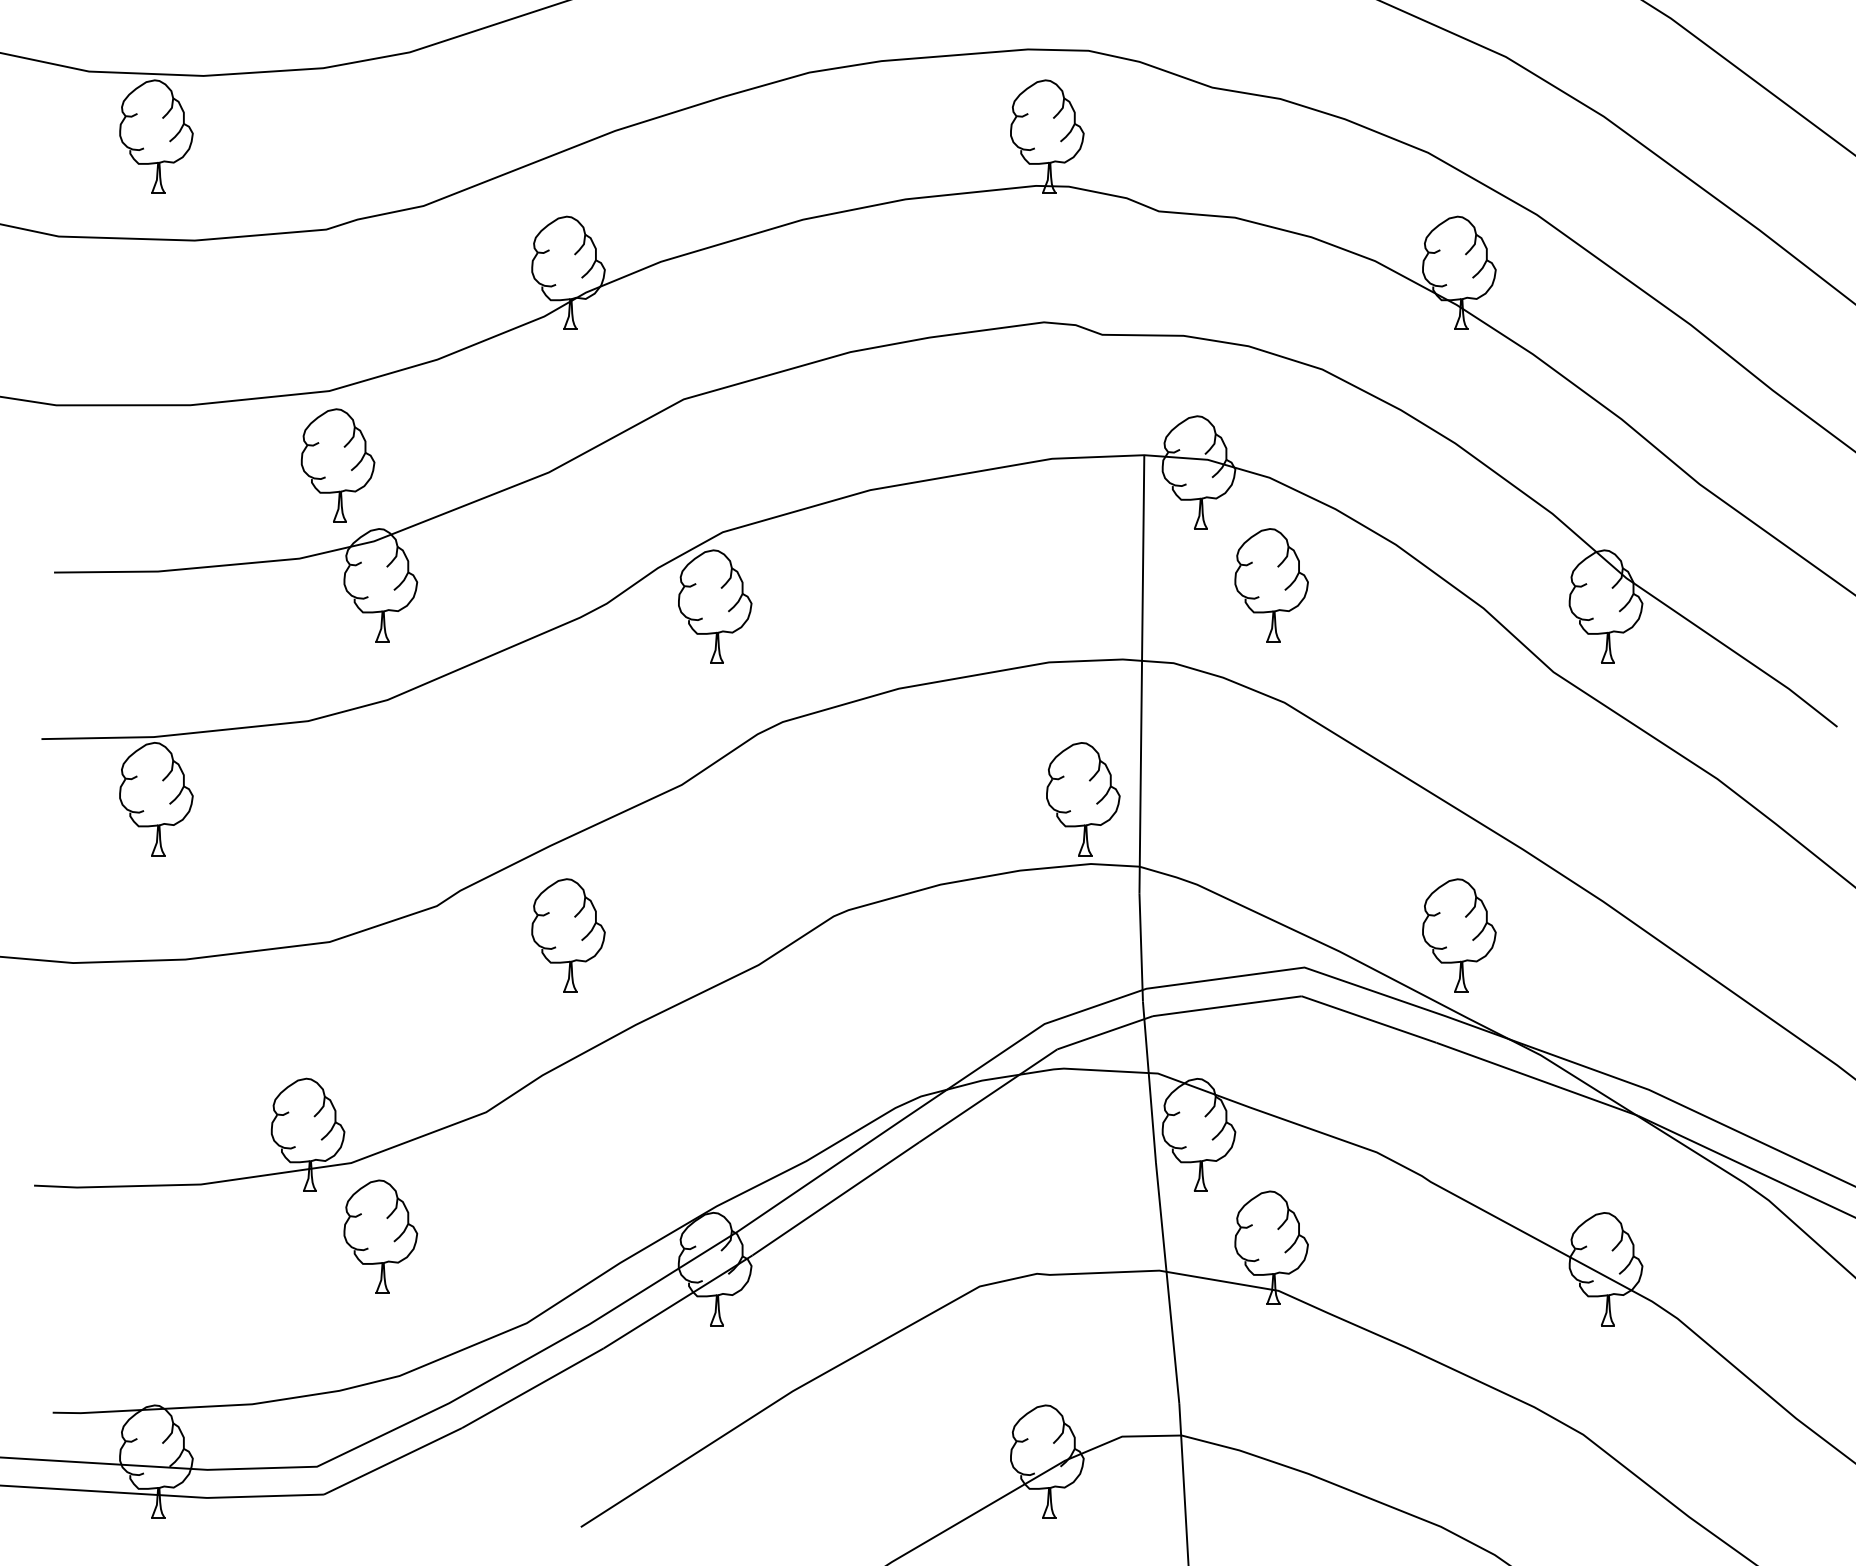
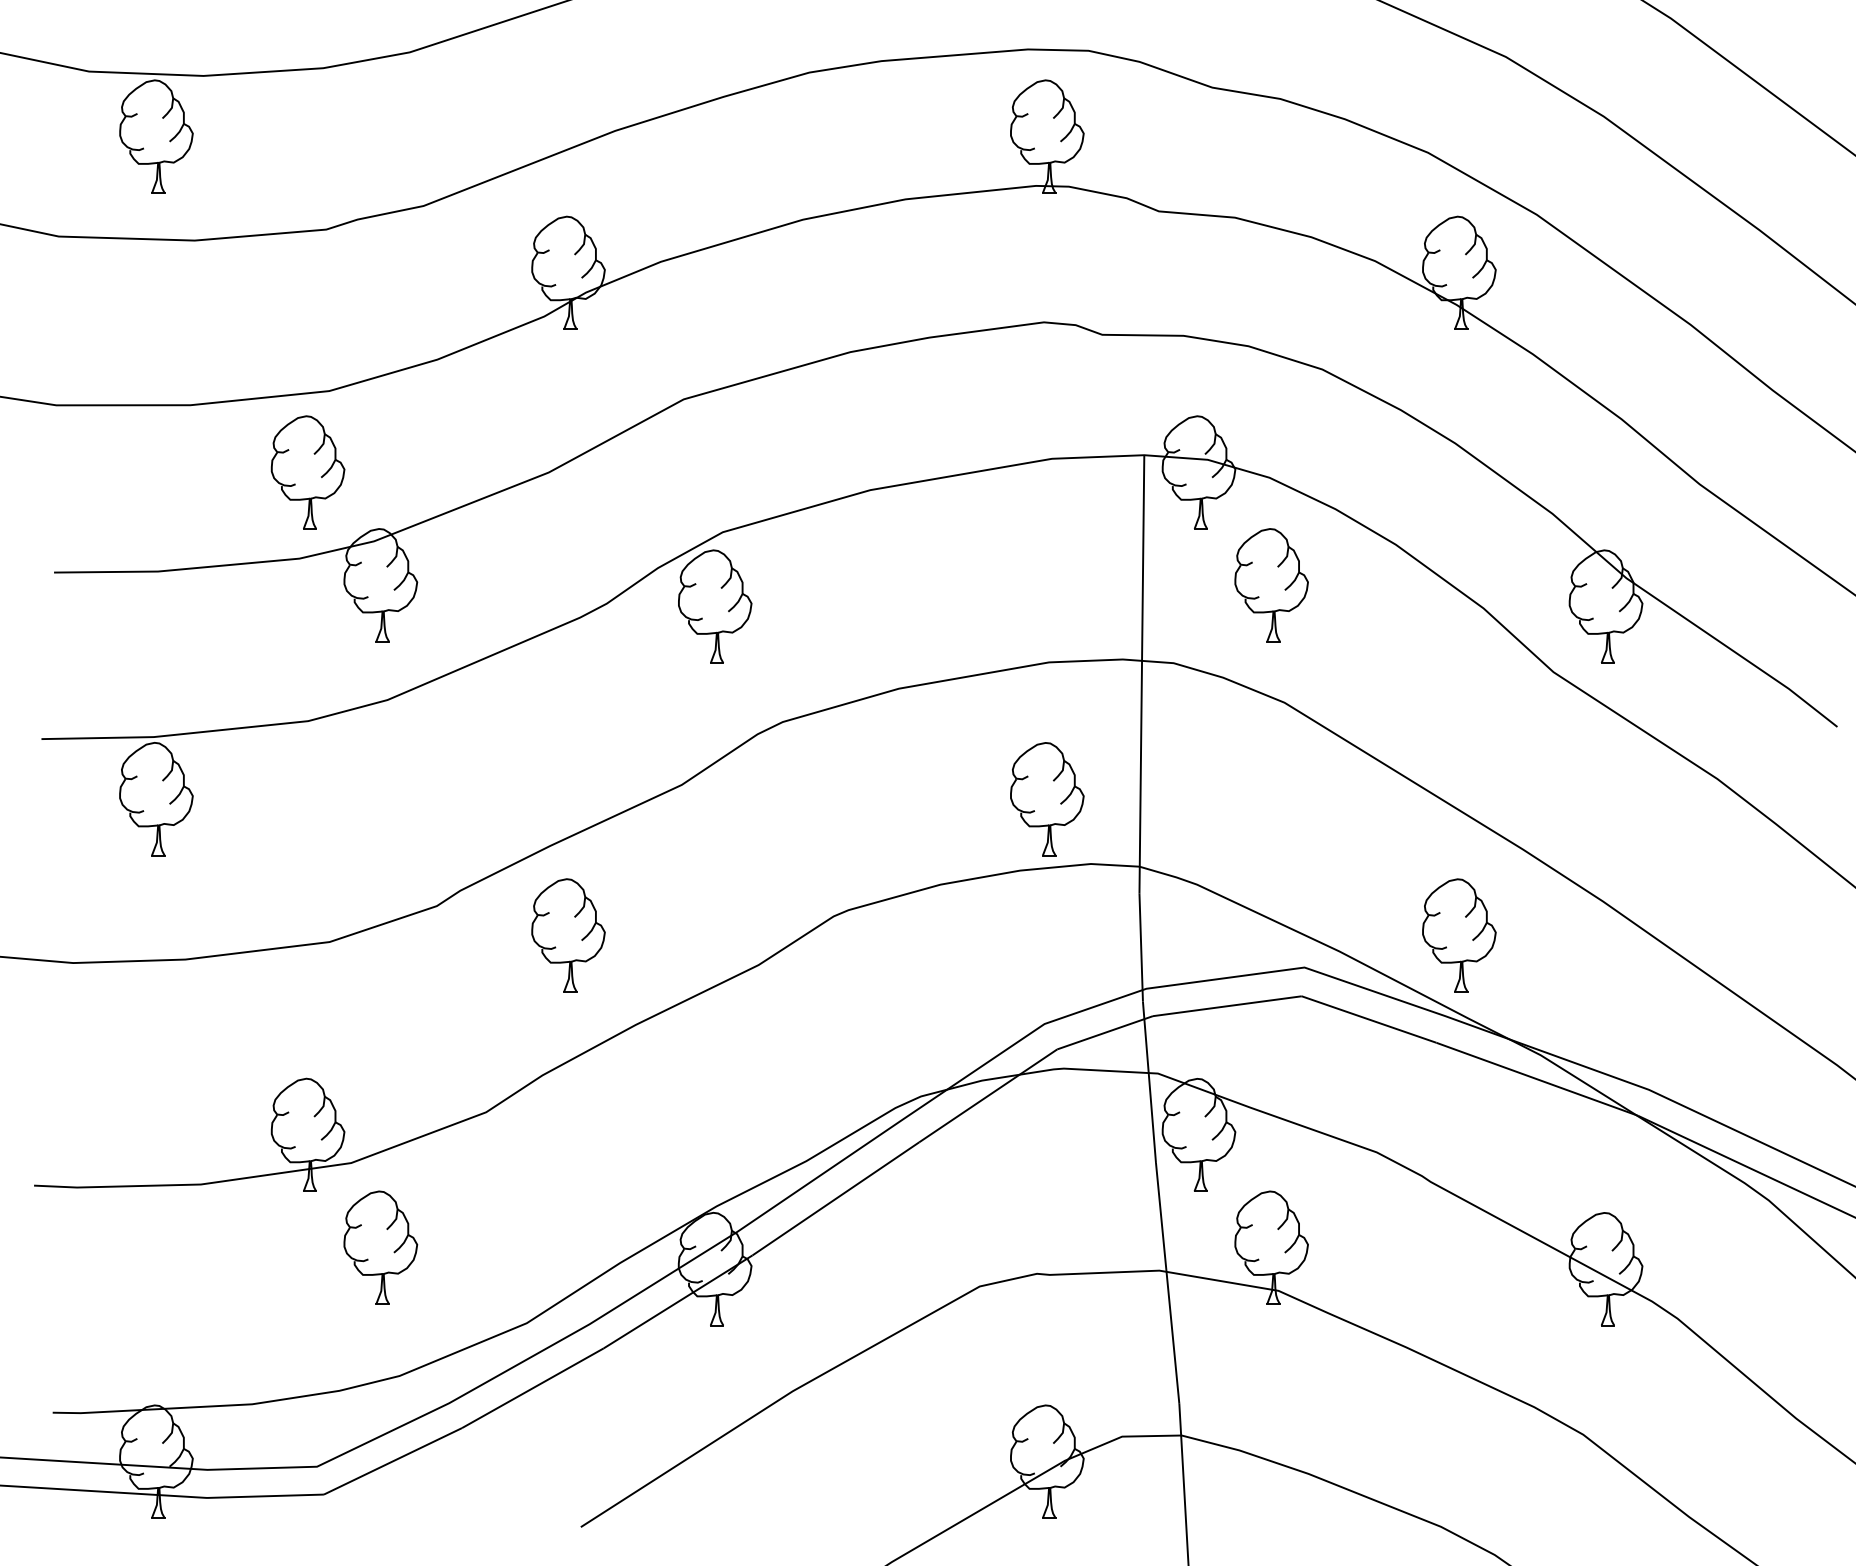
part at (337, 465) position: (337, 465) -> (307, 472)
part at (1083, 799) position: (1083, 799) -> (1047, 799)
part at (380, 1236) position: (380, 1236) -> (380, 1247)
